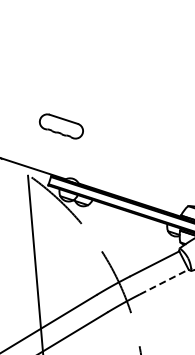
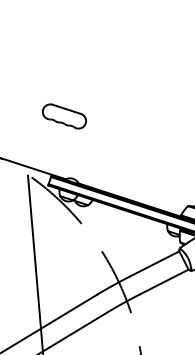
part at (61, 126) position: (61, 126) -> (64, 116)
line at (164, 281): dashed -> solid
